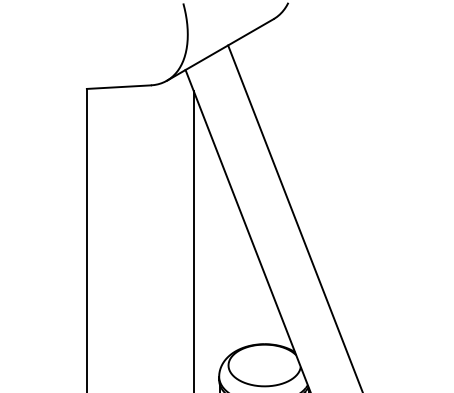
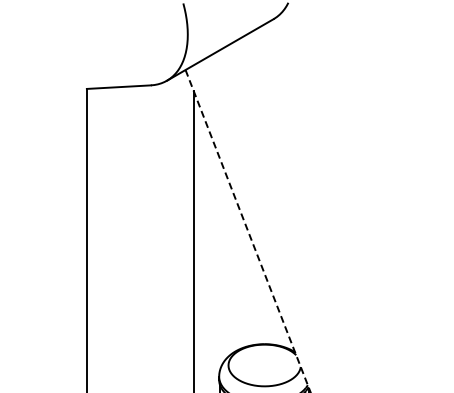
line at (294, 217): present -> none
line at (248, 231): solid -> dashed
